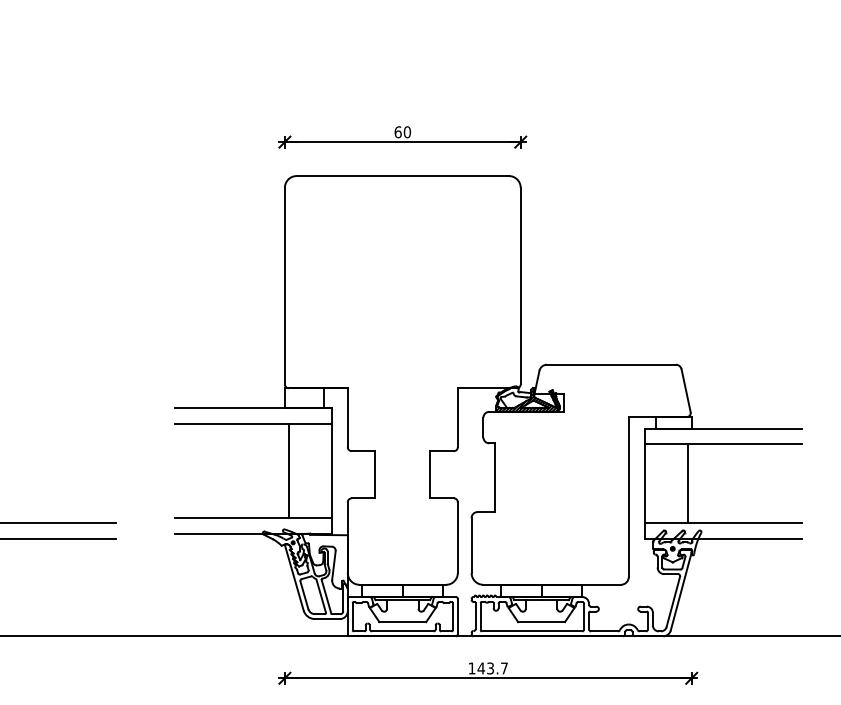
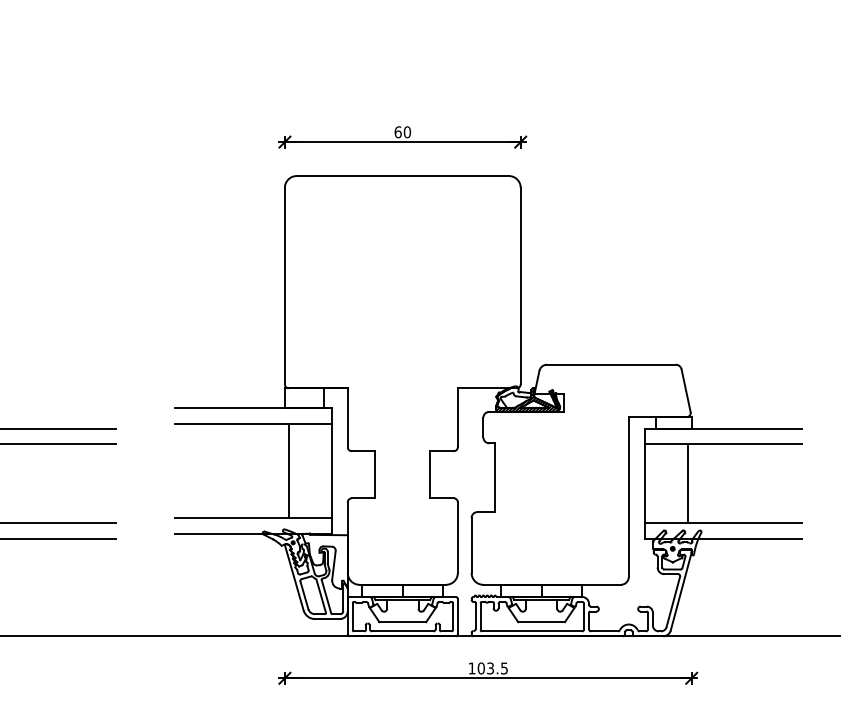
line at (58, 428): none -> present
line at (58, 444): none -> present
text at (492, 668): 143.7 -> 103.5
